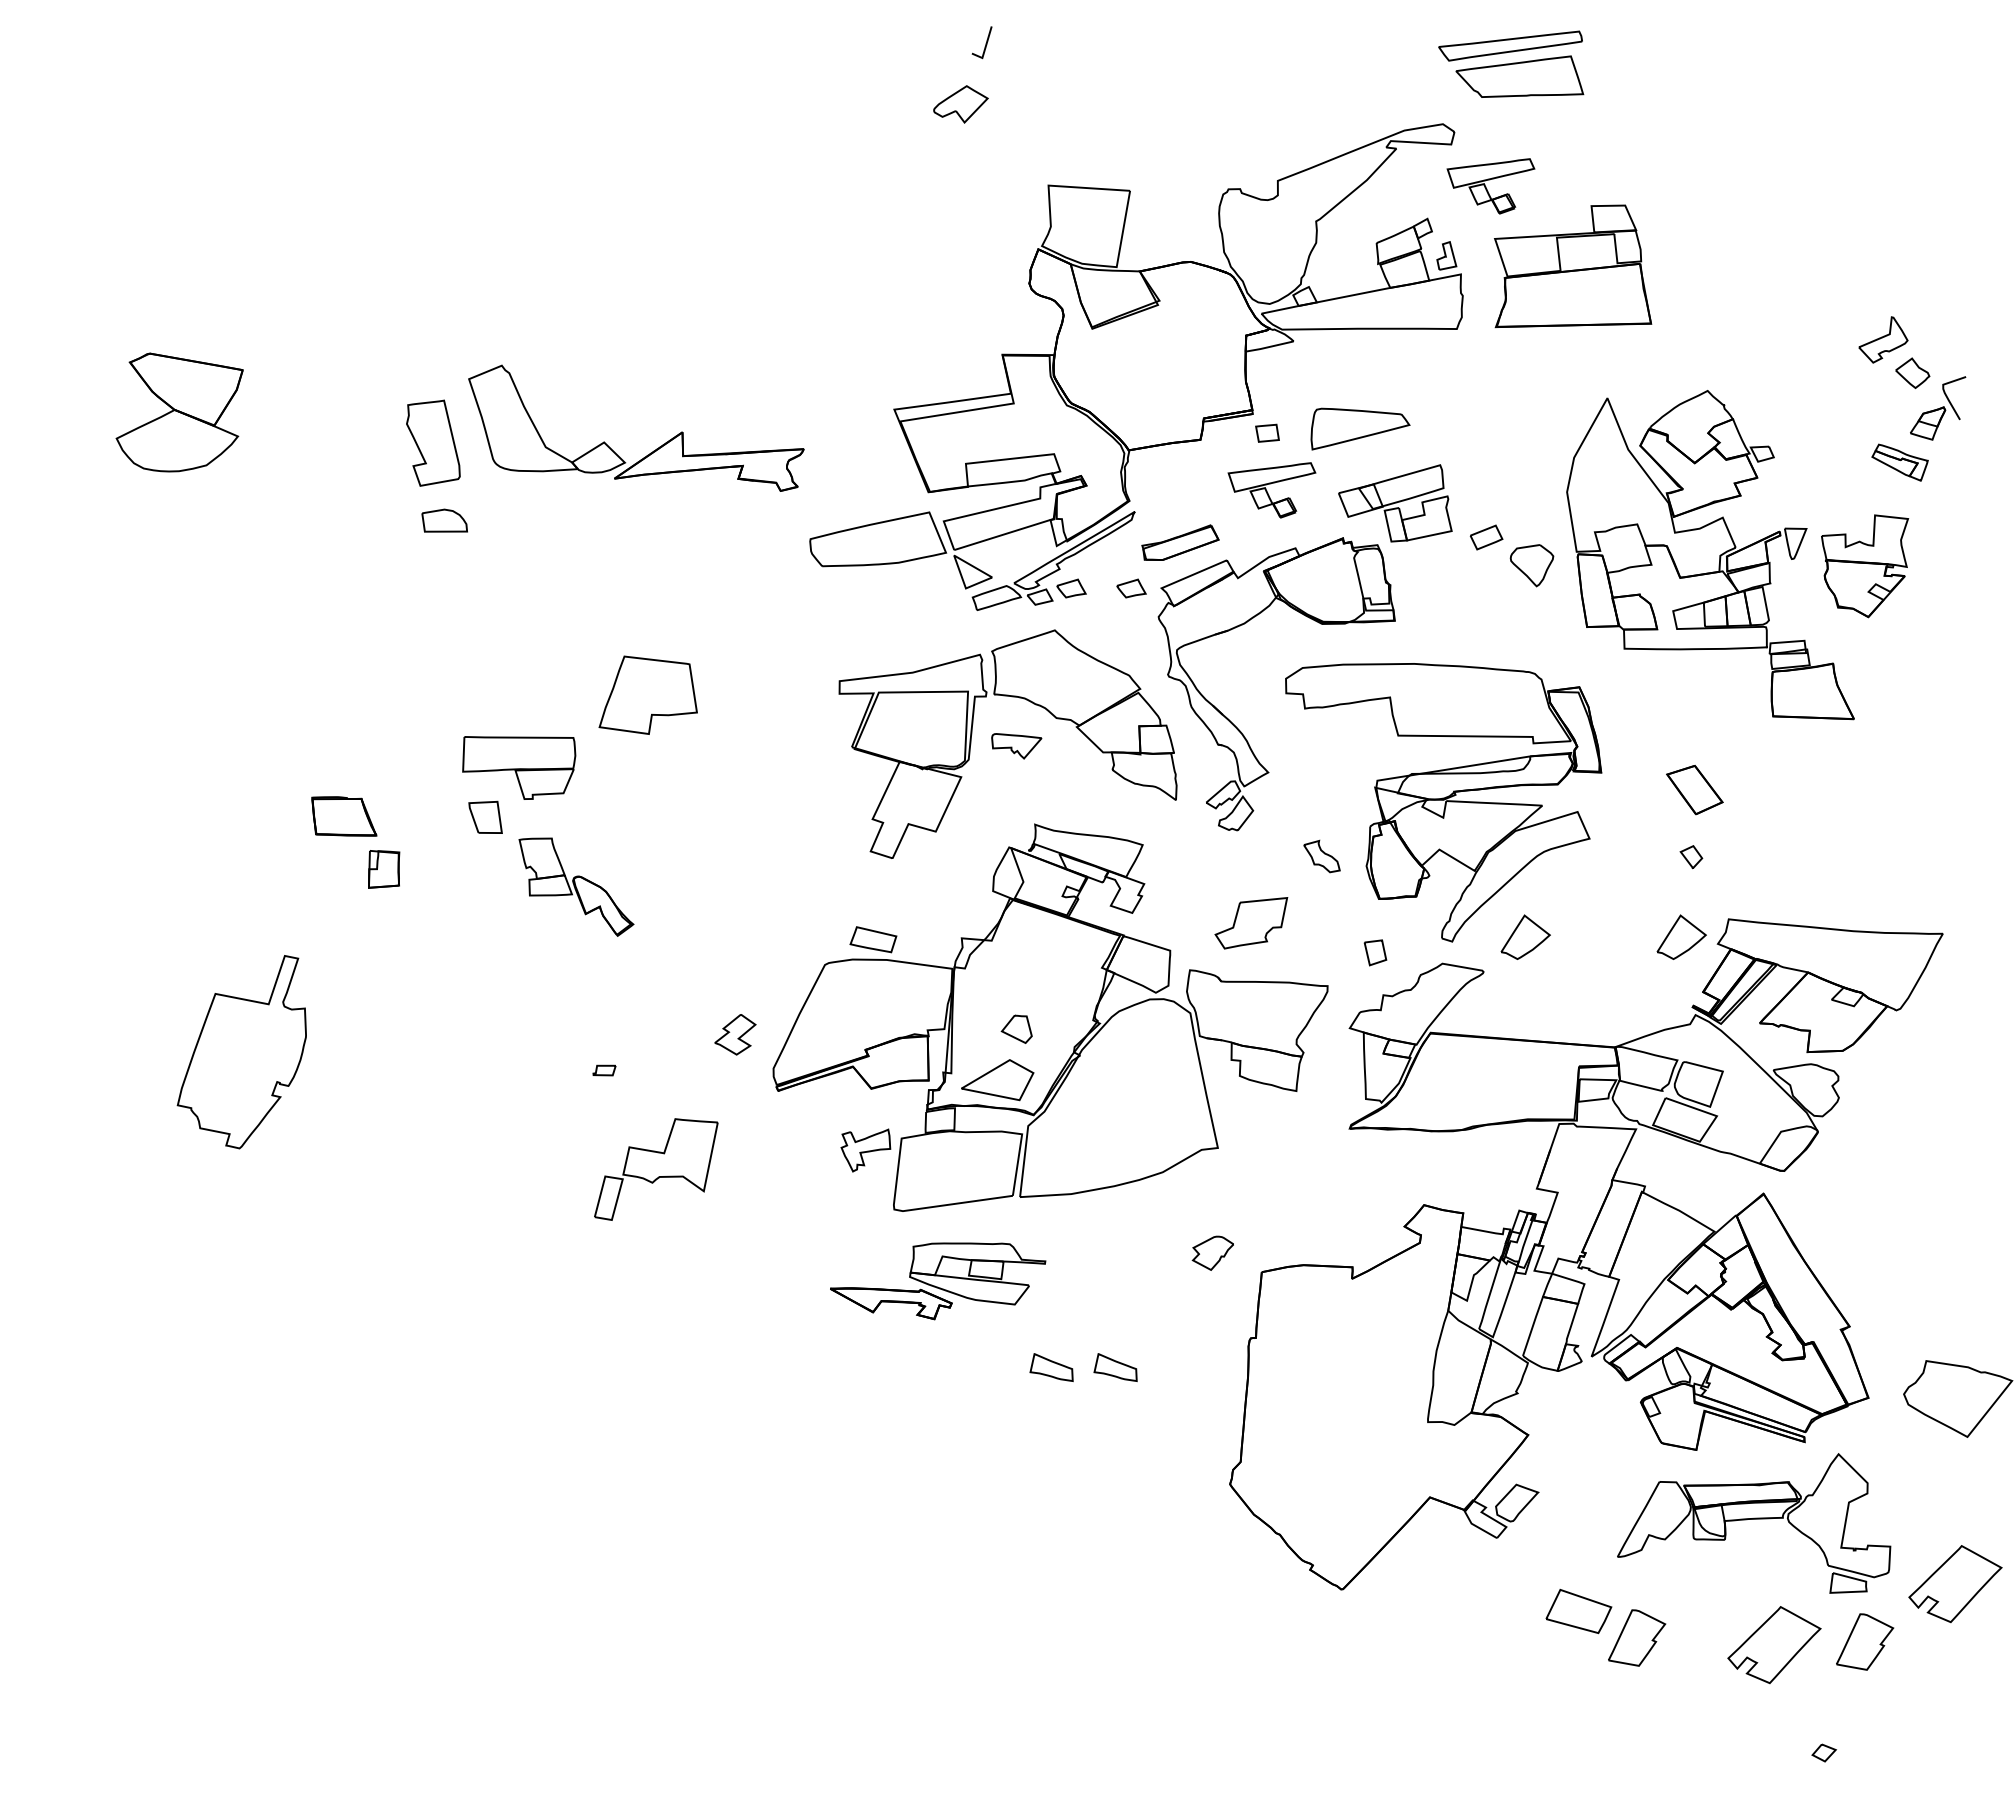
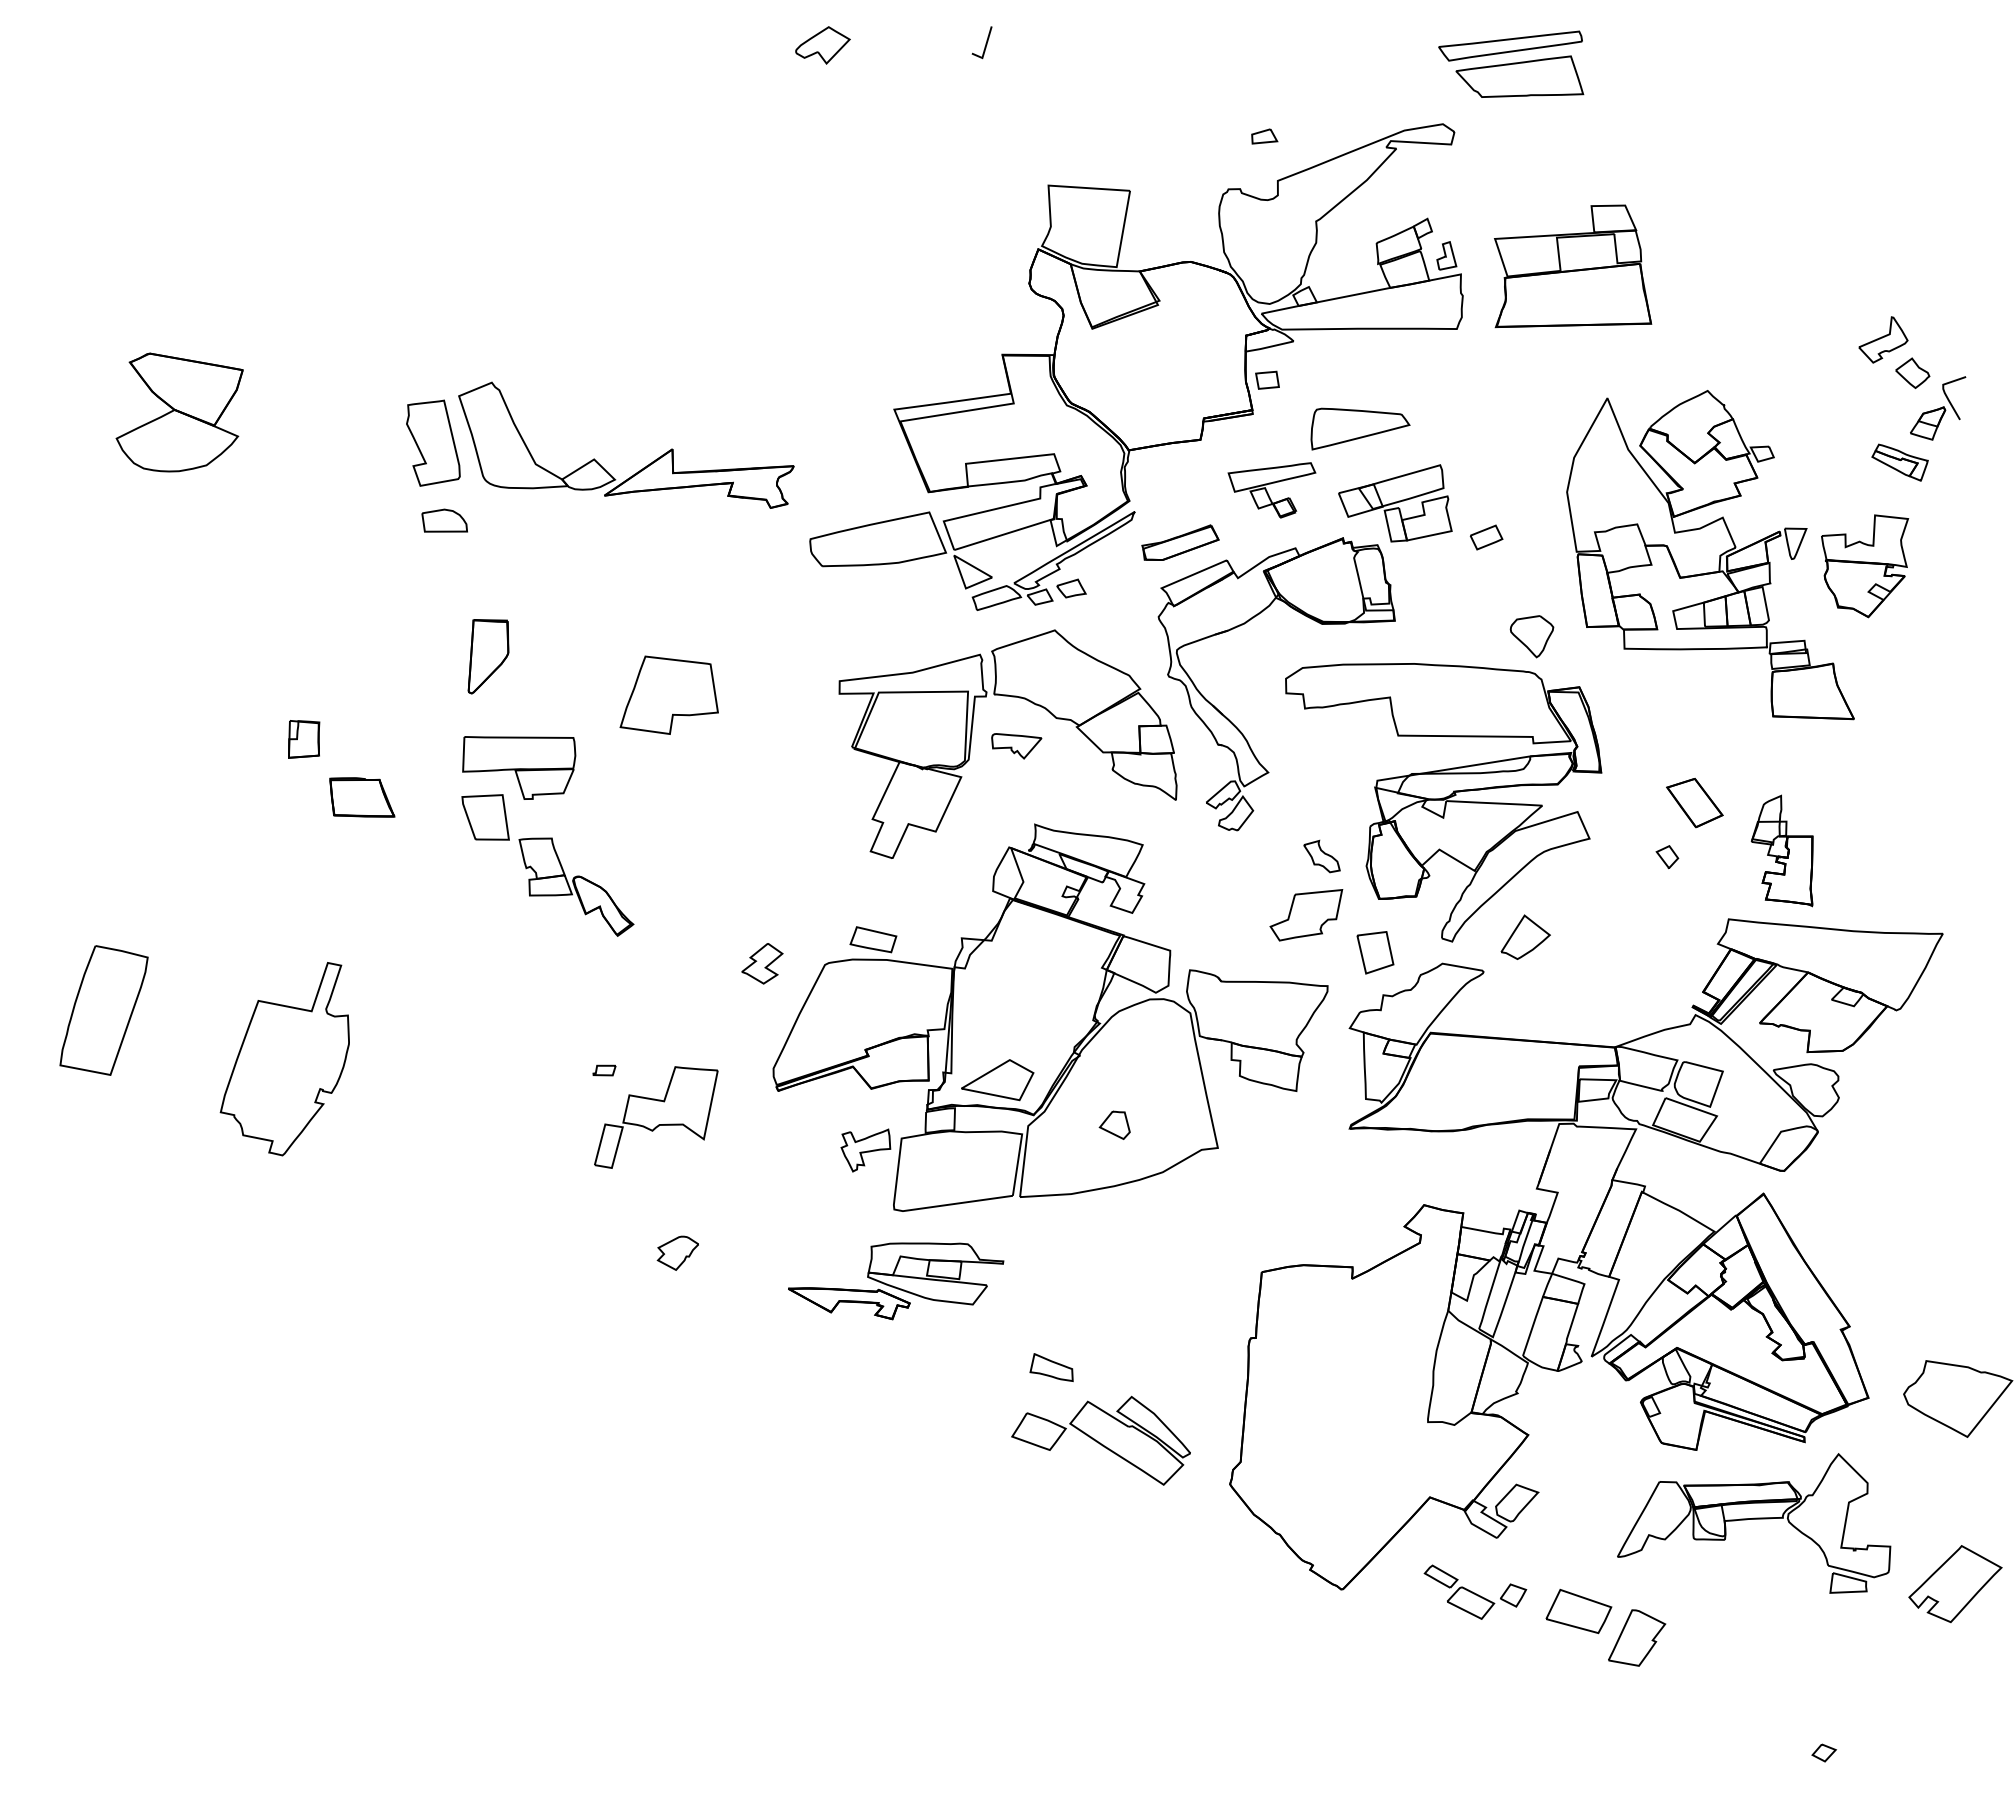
part at (960, 104) position: (960, 104) -> (822, 45)
part at (1264, 136): none -> present
part at (1490, 186): present -> none
part at (1267, 432) position: (1267, 432) -> (1267, 379)
part at (653, 450) position: (653, 450) -> (643, 467)
part at (1531, 565) position: (1531, 565) -> (1531, 636)
part at (1131, 588): present -> none
part at (488, 656): none -> present
part at (647, 694) position: (647, 694) -> (668, 694)
part at (1694, 790) position: (1694, 790) -> (1694, 803)
part at (344, 816) position: (344, 816) -> (362, 797)
part at (485, 816) size: 35x34 px -> 49x47 px
part at (1781, 850): none -> present
part at (1691, 857) position: (1691, 857) -> (1667, 857)
part at (384, 869) position: (384, 869) -> (304, 739)
part at (1251, 923) position: (1251, 923) -> (1306, 915)
part at (1681, 936): present -> none
part at (1375, 952) size: 25x28 px -> 39x44 px
part at (103, 1010): none -> present
part at (1016, 1028) position: (1016, 1028) -> (1114, 1124)
part at (735, 1034) position: (735, 1034) -> (762, 963)
part at (241, 1052) position: (241, 1052) -> (284, 1059)
part at (656, 1169) position: (656, 1169) -> (656, 1117)
part at (1212, 1252) position: (1212, 1252) -> (677, 1252)
part at (938, 1281) position: (938, 1281) -> (896, 1281)
part at (1115, 1367): present -> none
part at (1100, 1440): none -> present
part at (1475, 1591): none -> present
part at (1865, 1641): present -> none
part at (1774, 1645): present -> none
